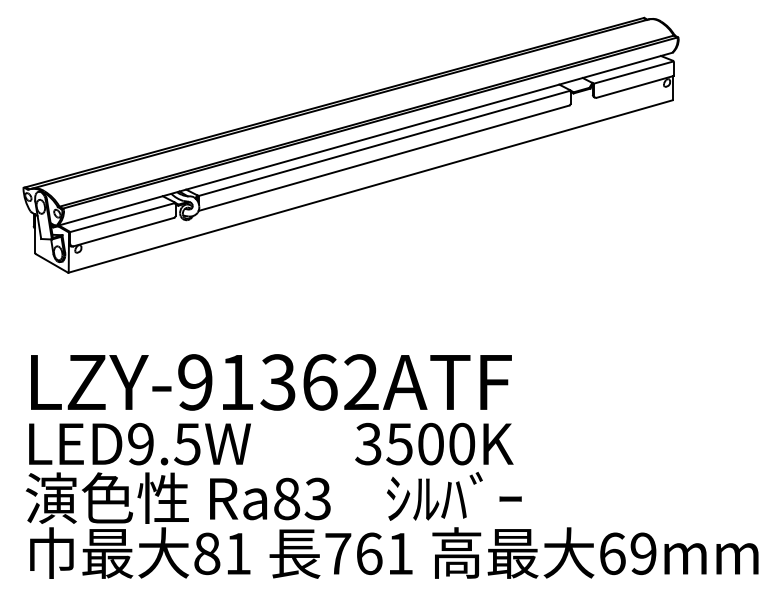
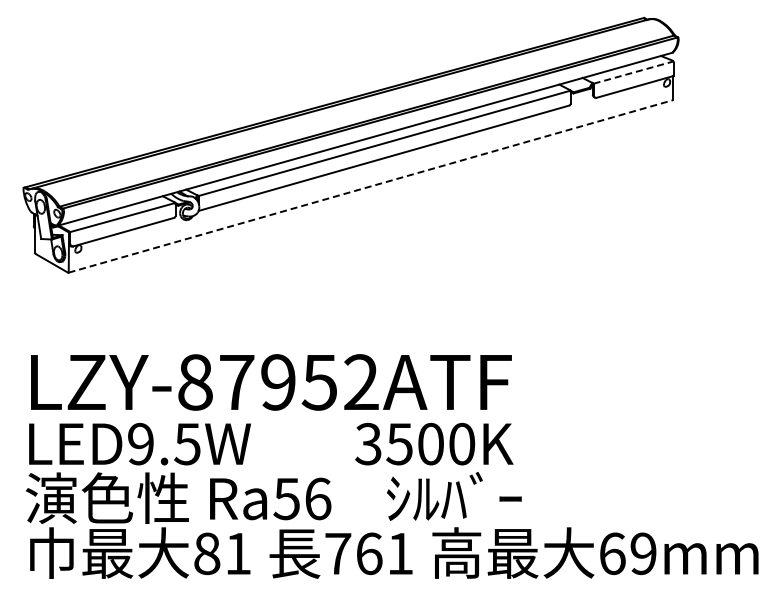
line at (634, 72): solid -> dashed
line at (371, 186): solid -> dashed
text at (257, 382): LZY-91362ATF -> LZY-87952ATF
text at (302, 498): Ra83 -> Ra56
